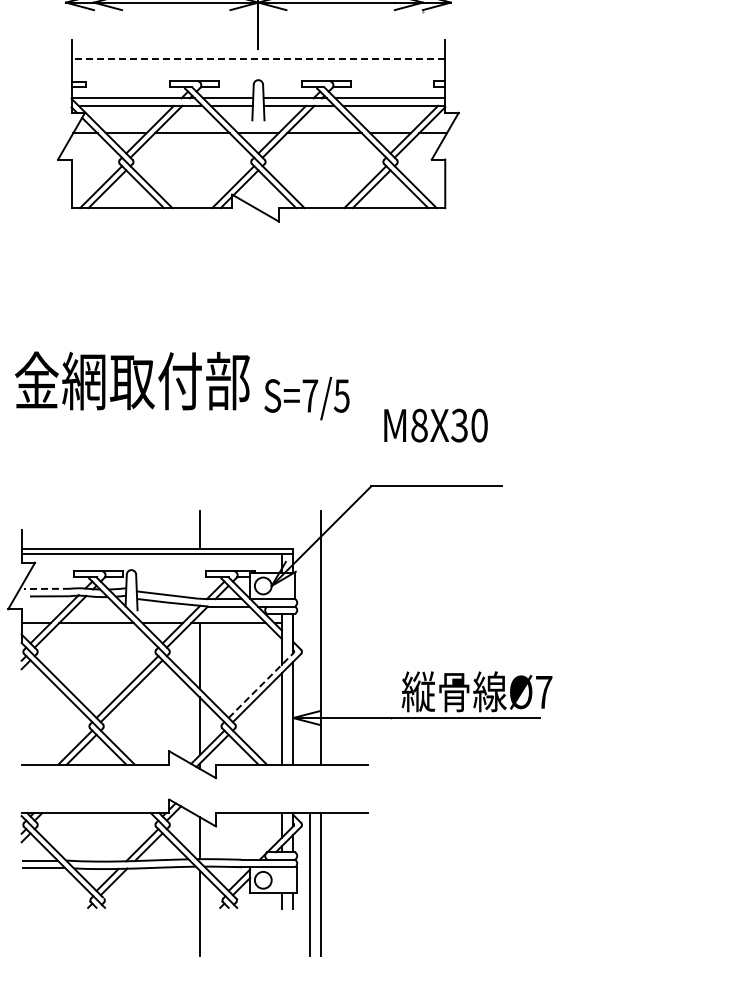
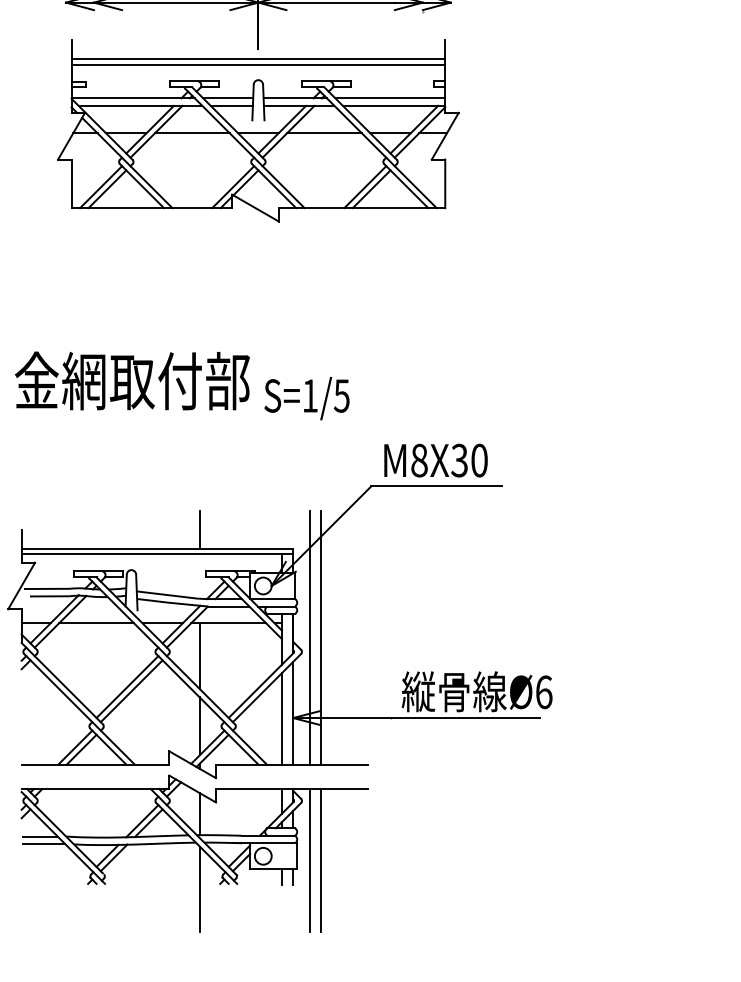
line at (258, 58): dashed -> solid
line at (258, 64): none -> present
text at (310, 395): S=7/5 -> S=1/5
text at (435, 425) position: (435, 425) -> (435, 460)
line at (46, 588): dashed -> solid
line at (310, 637): none -> present
line at (261, 685): dashed -> solid
text at (544, 692): Ø7 -> Ø6
part at (194, 877) position: (194, 877) -> (194, 853)
